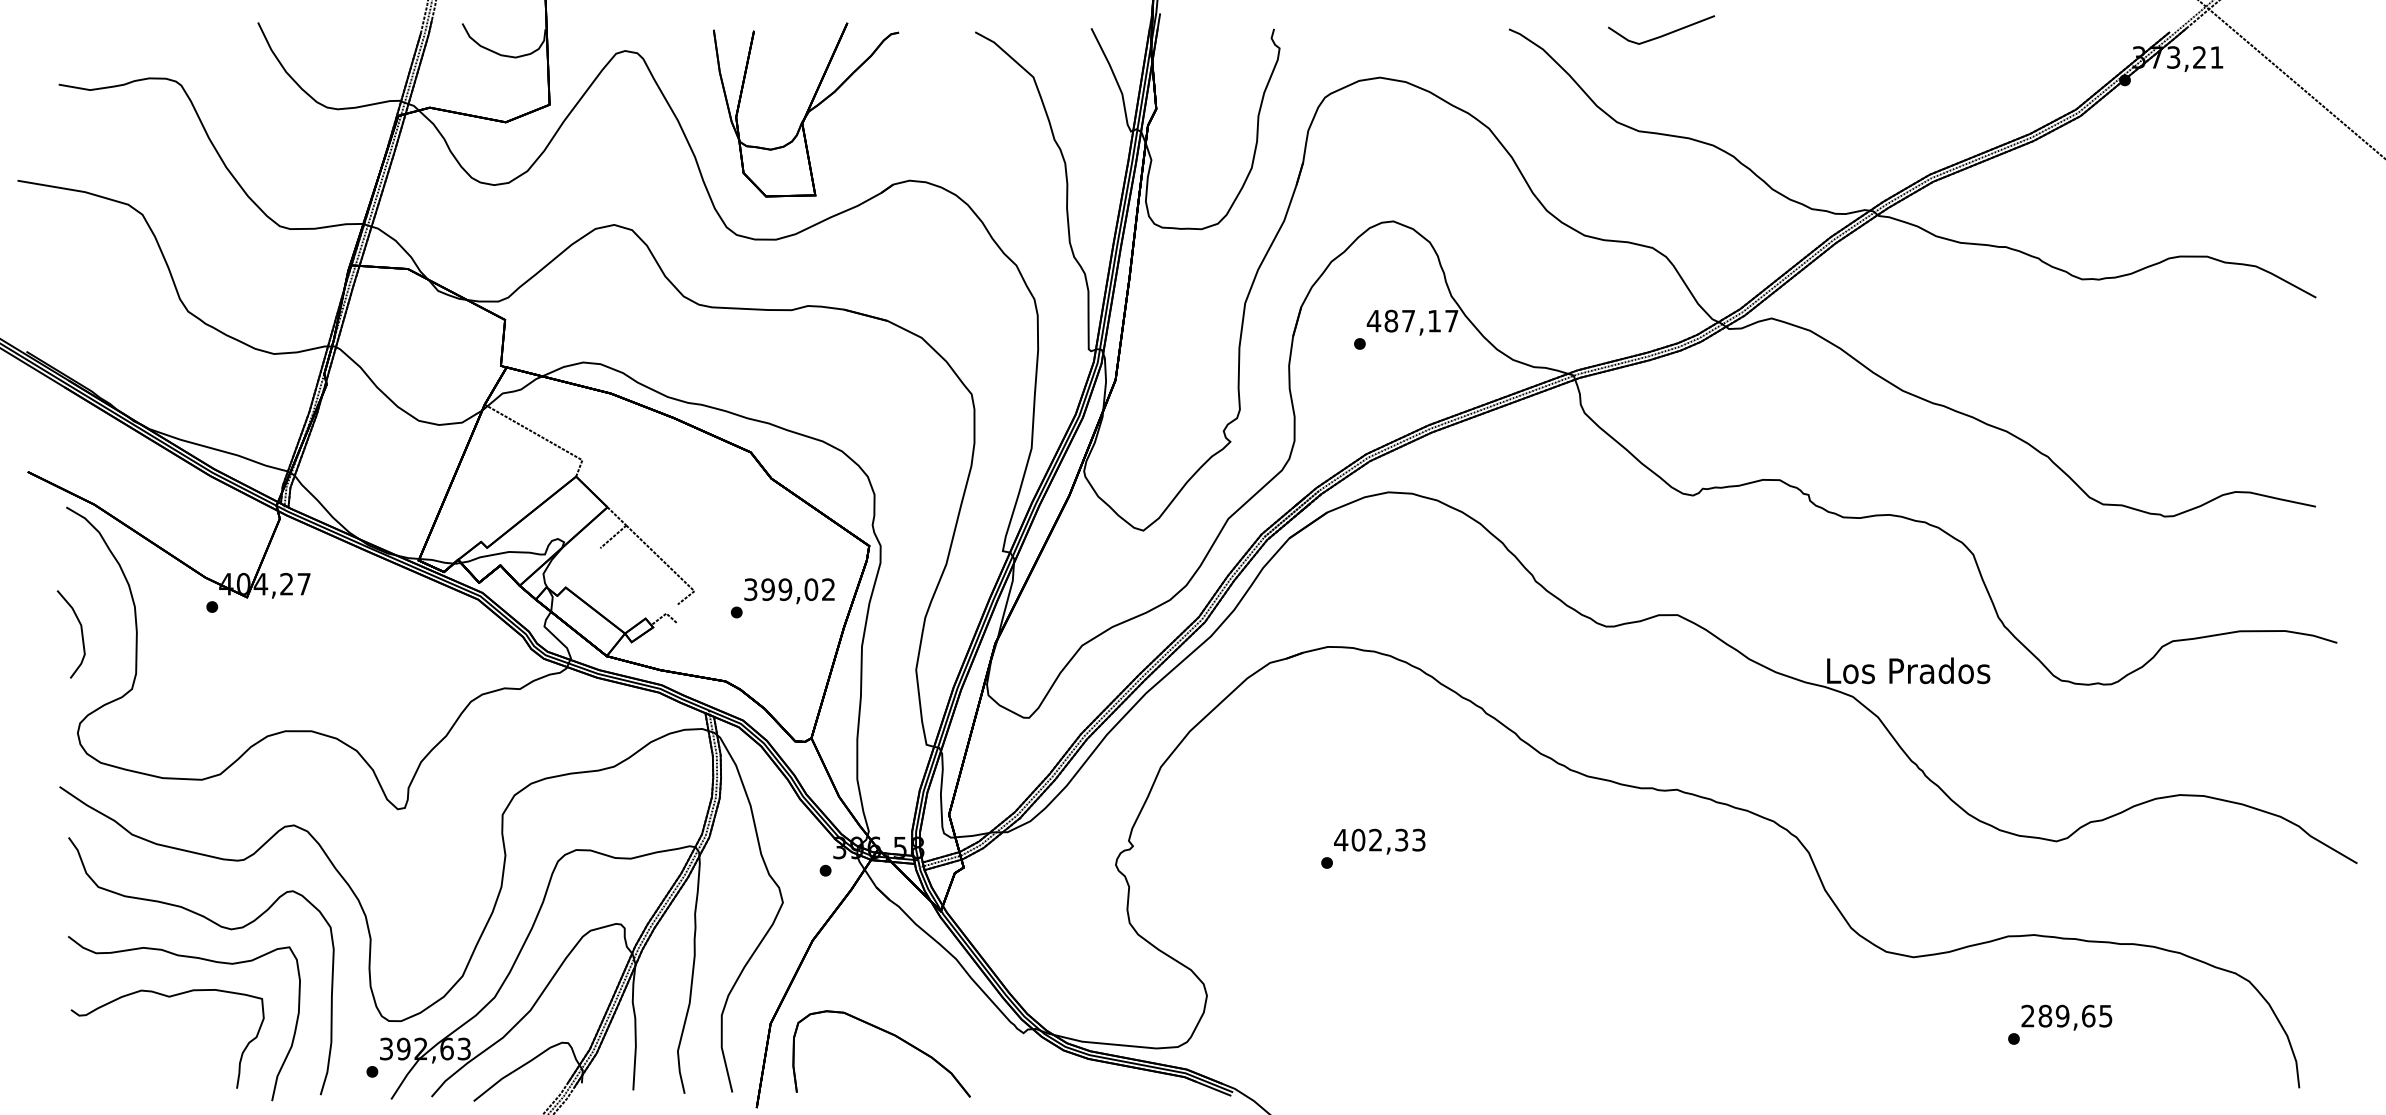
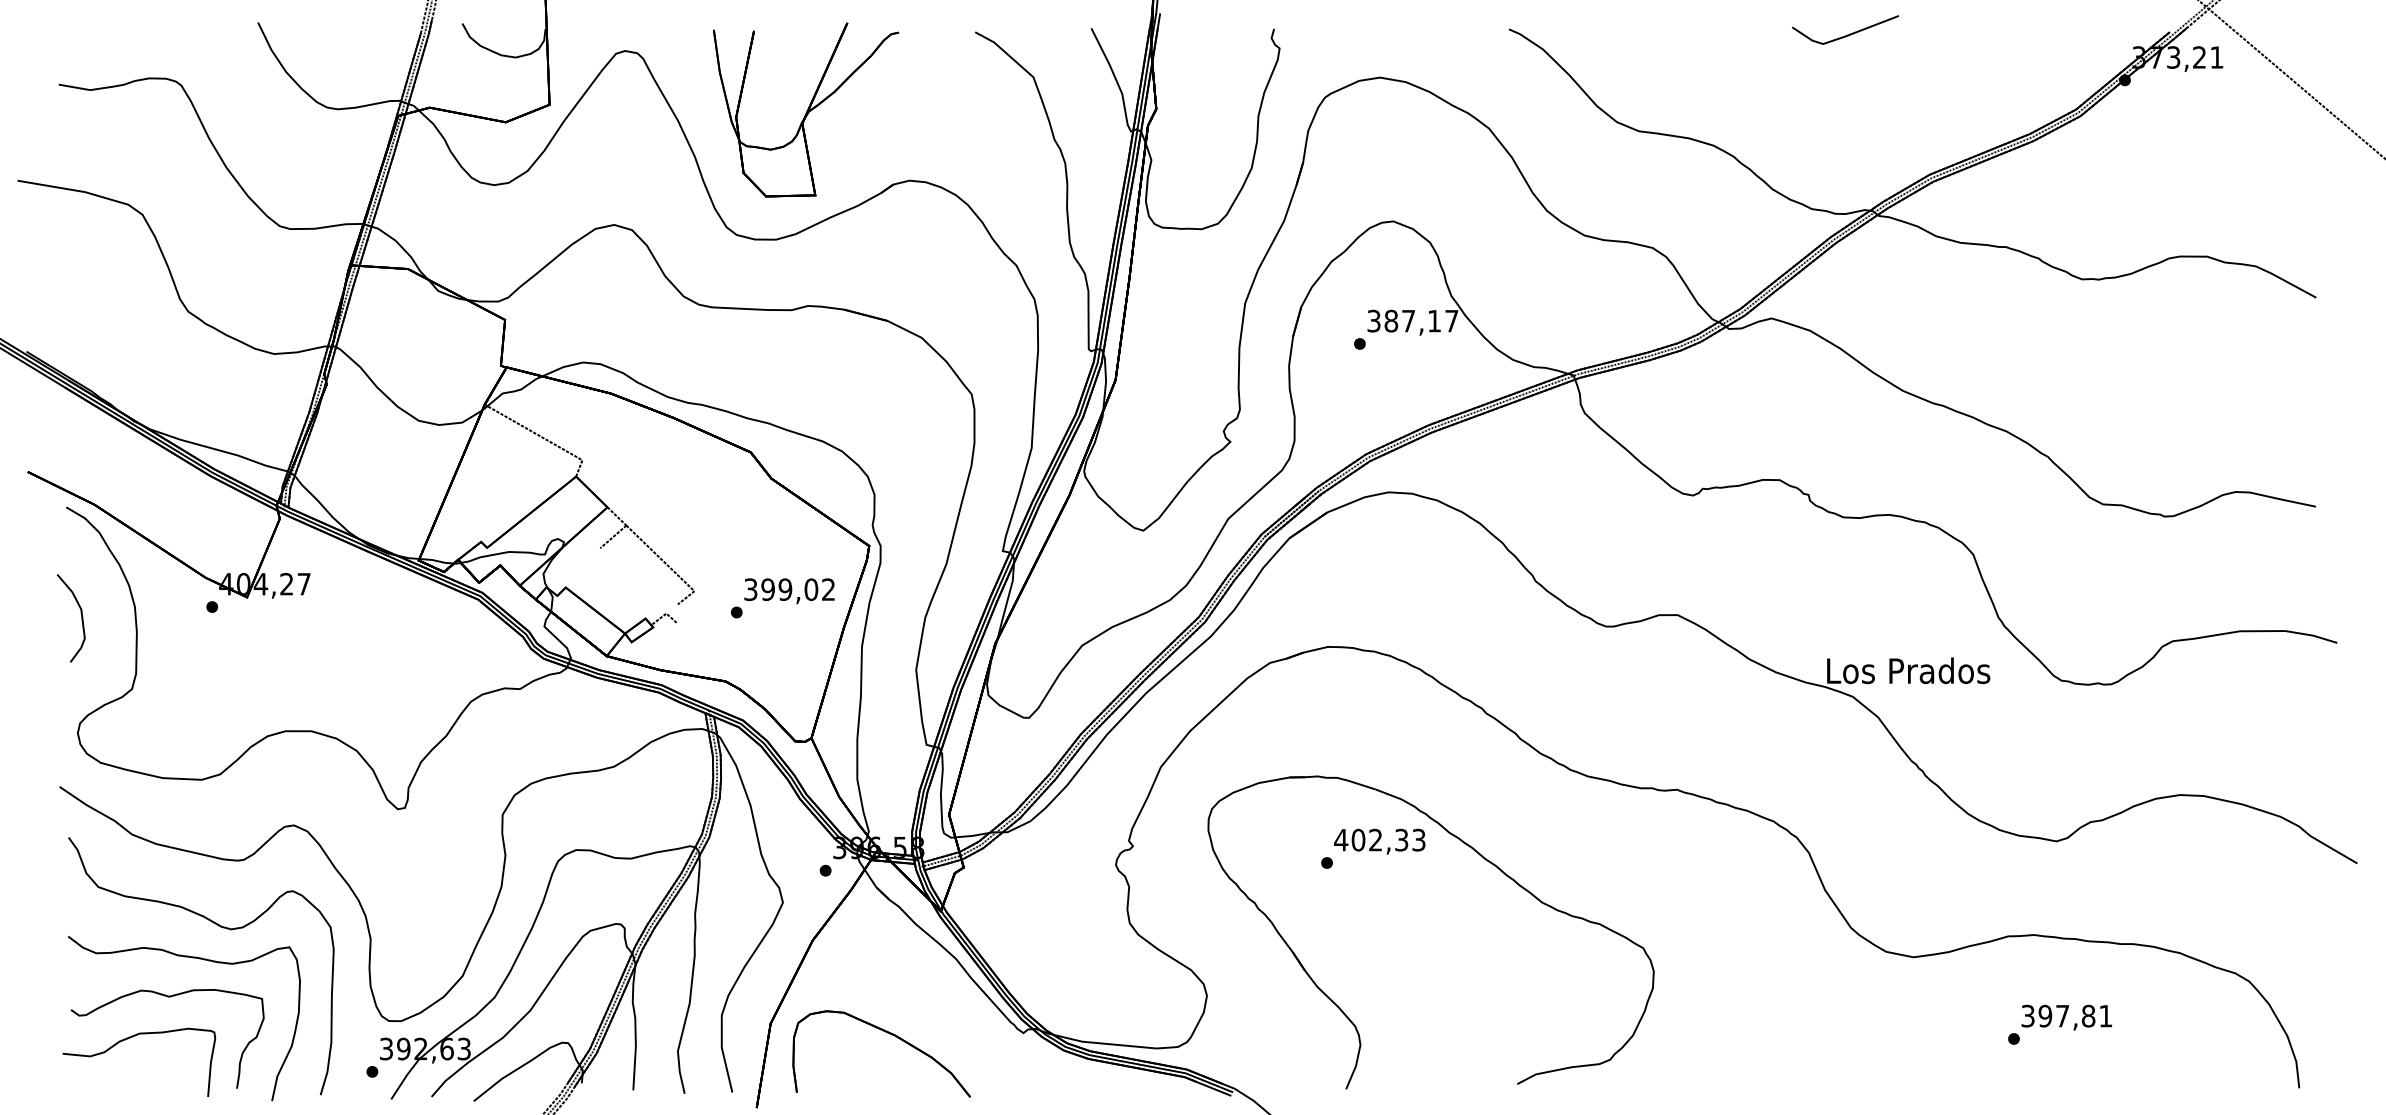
part at (1661, 29) position: (1661, 29) -> (1845, 29)
text at (1373, 320): 487,17 -> 387,17
curve at (81, 634) position: (81, 634) -> (81, 618)
part at (1485, 860): none -> present
text at (2066, 1015): 289,65 -> 397,81
part at (130, 1038): none -> present
